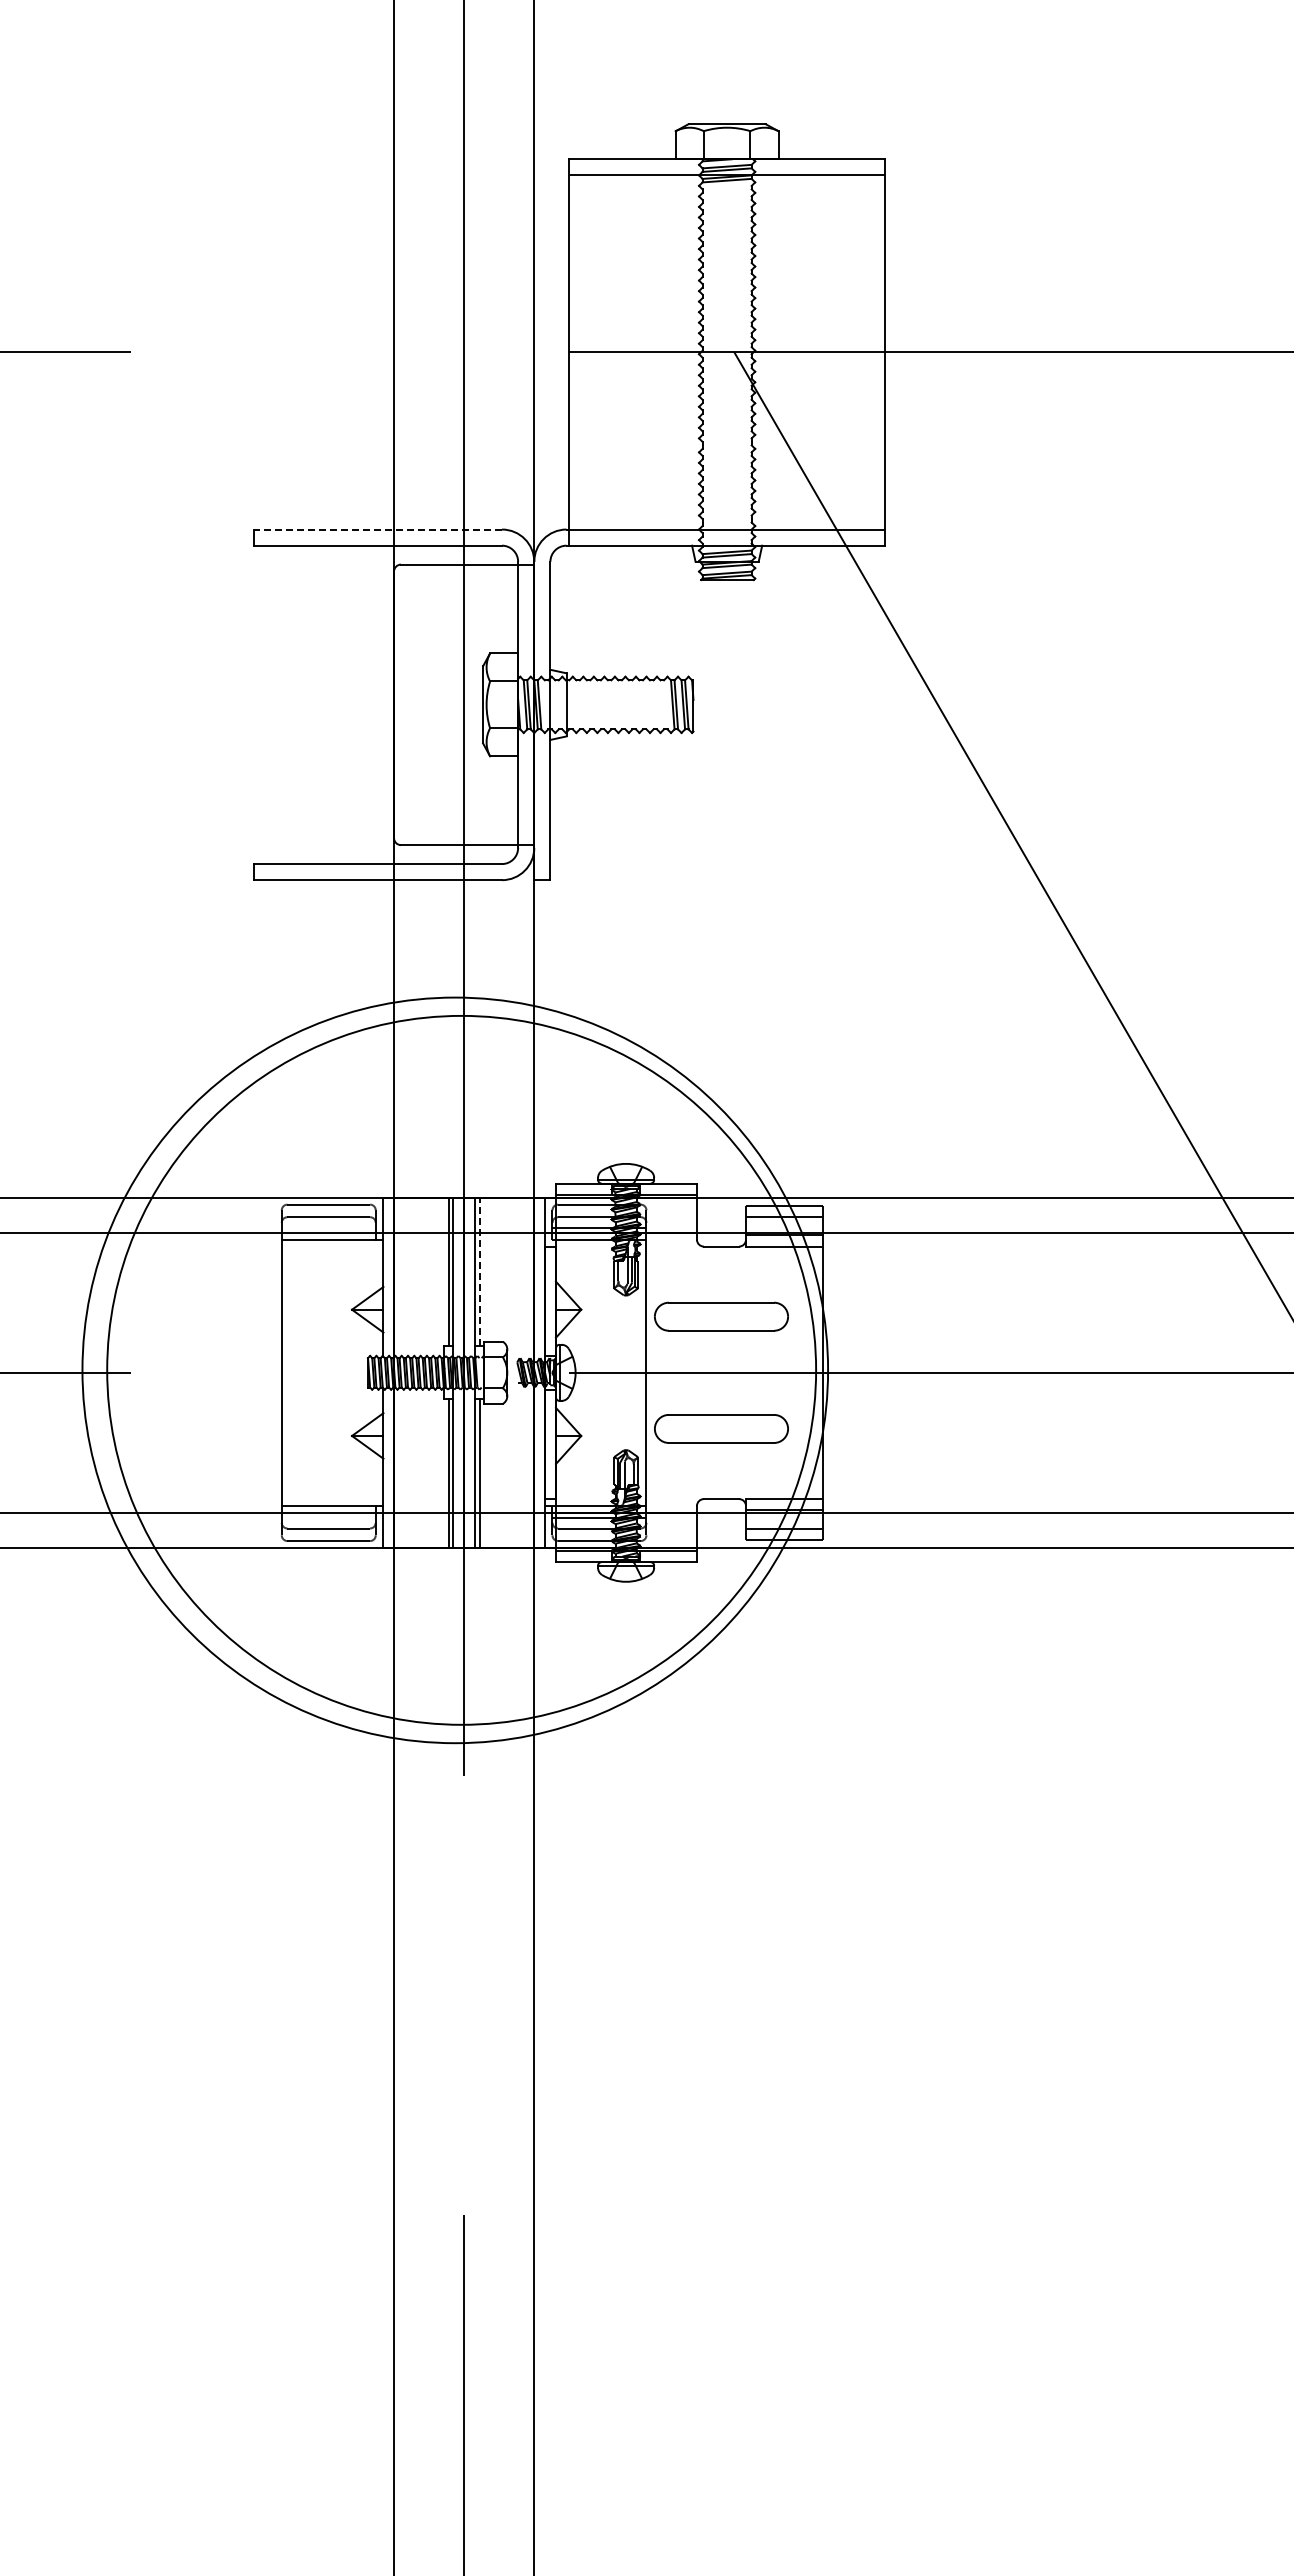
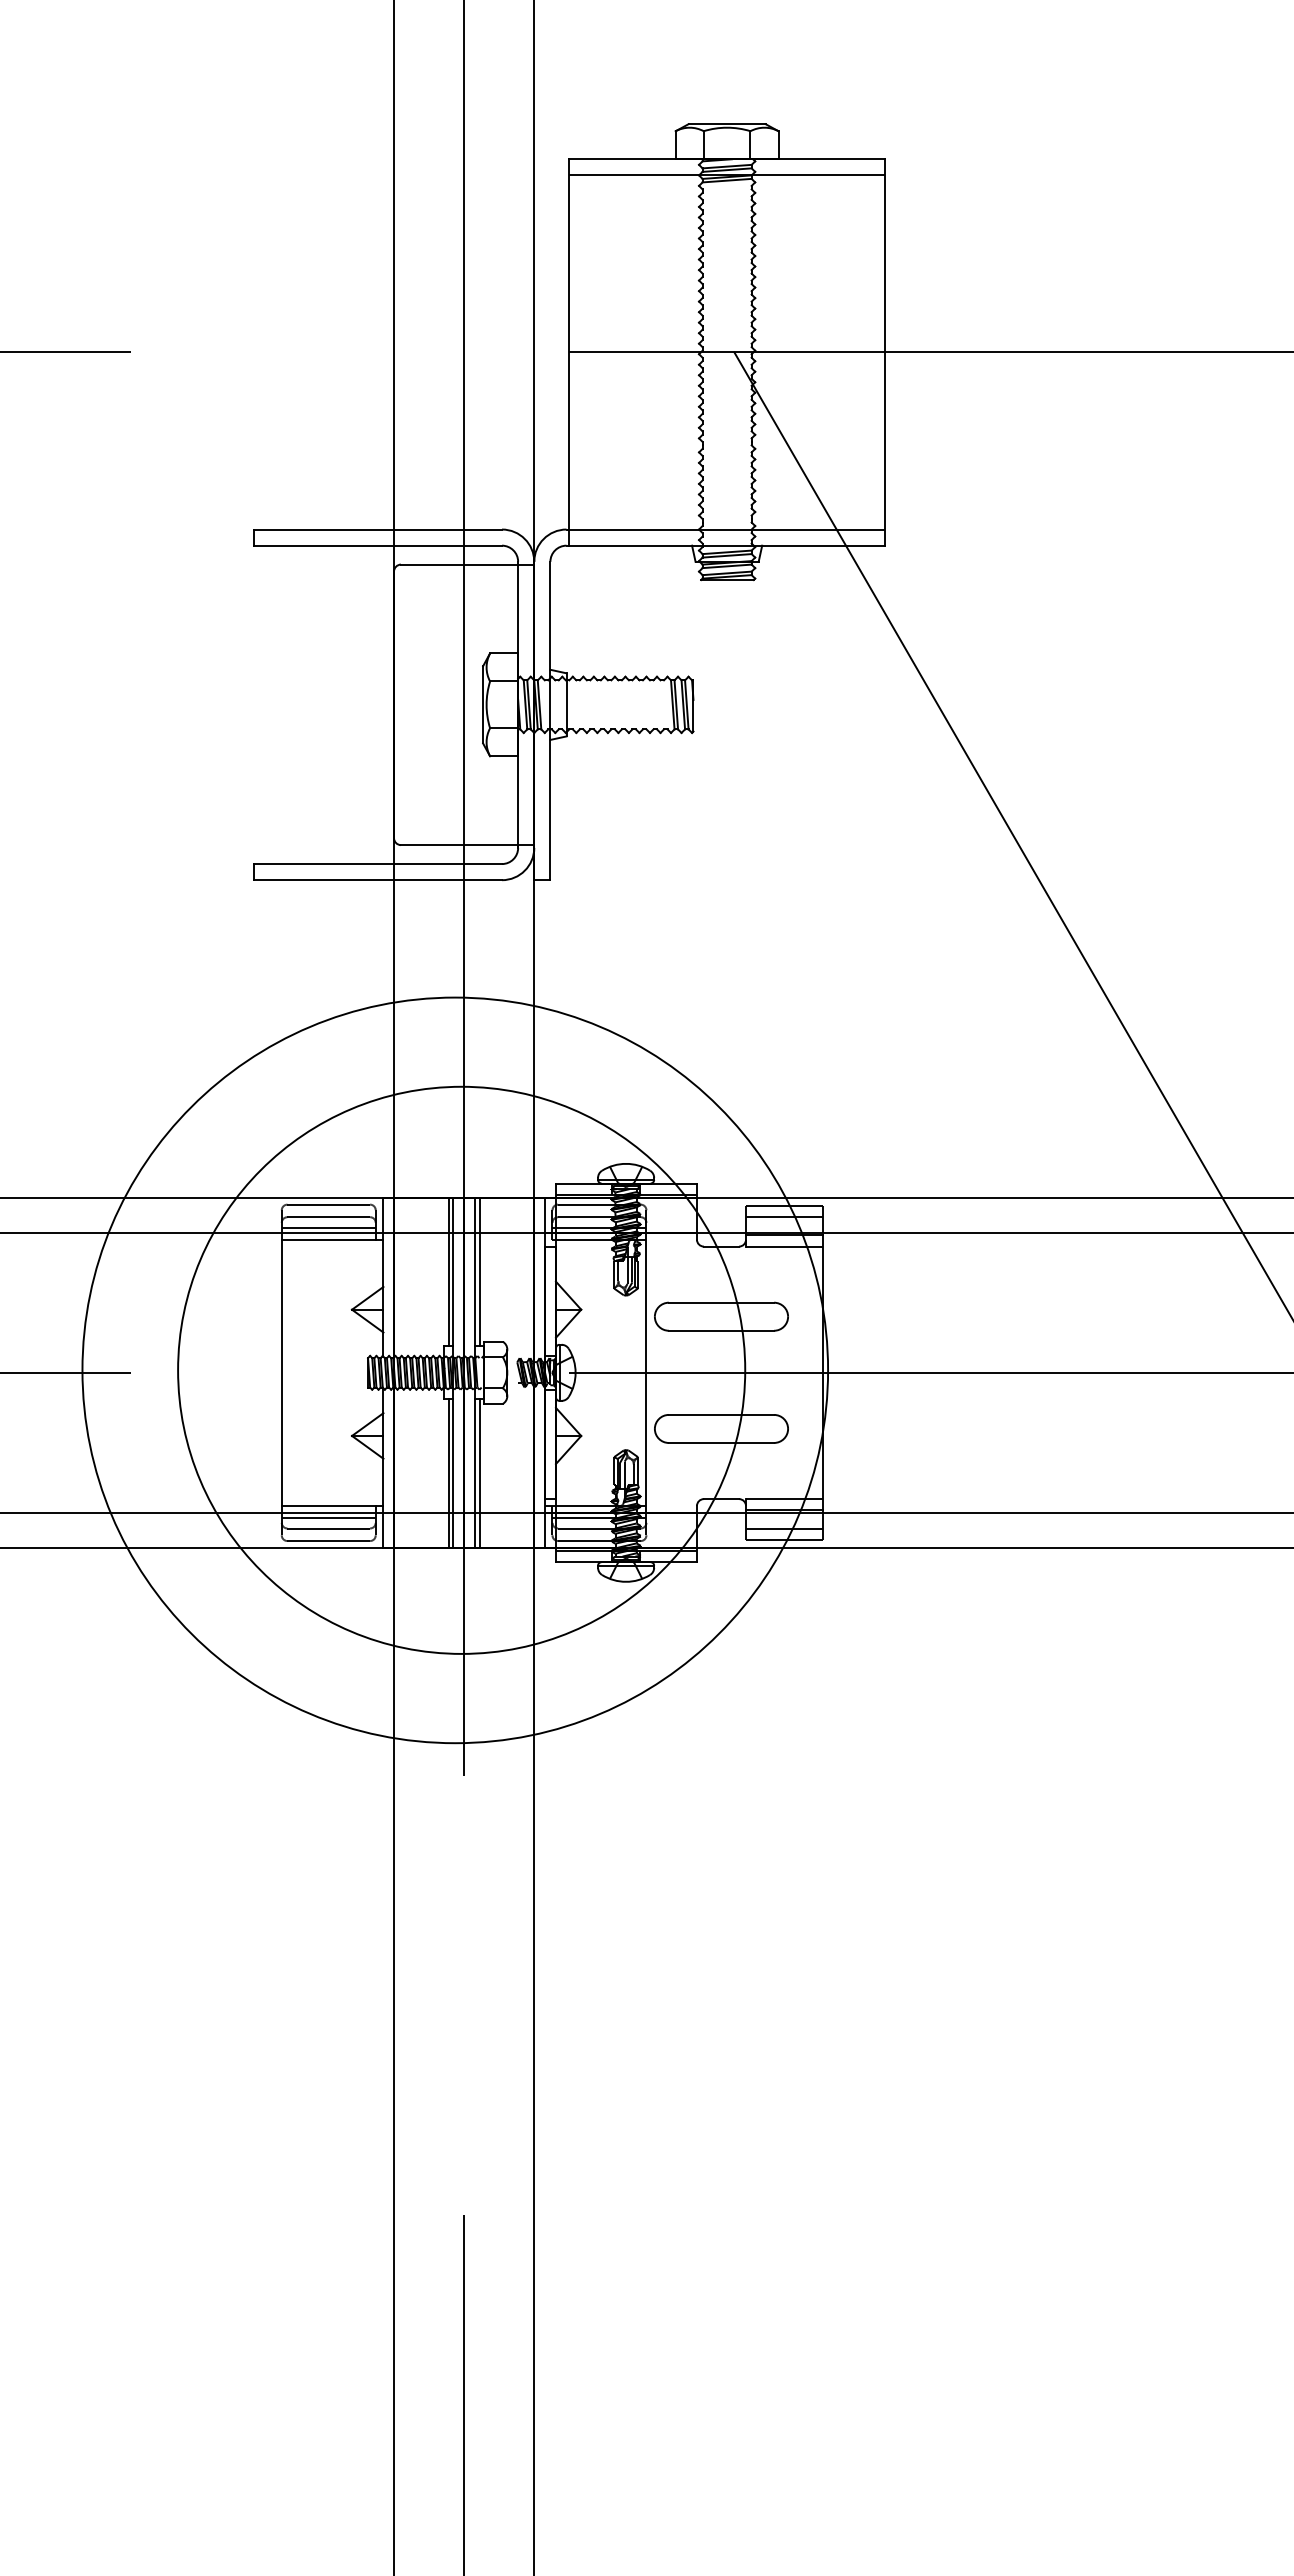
line at (377, 529): dashed -> solid
line at (328, 1228): none -> present
line at (479, 1271): dashed -> solid
circle at (461, 1369) diameter: 709 px -> 567 px
line at (328, 1517): none -> present
